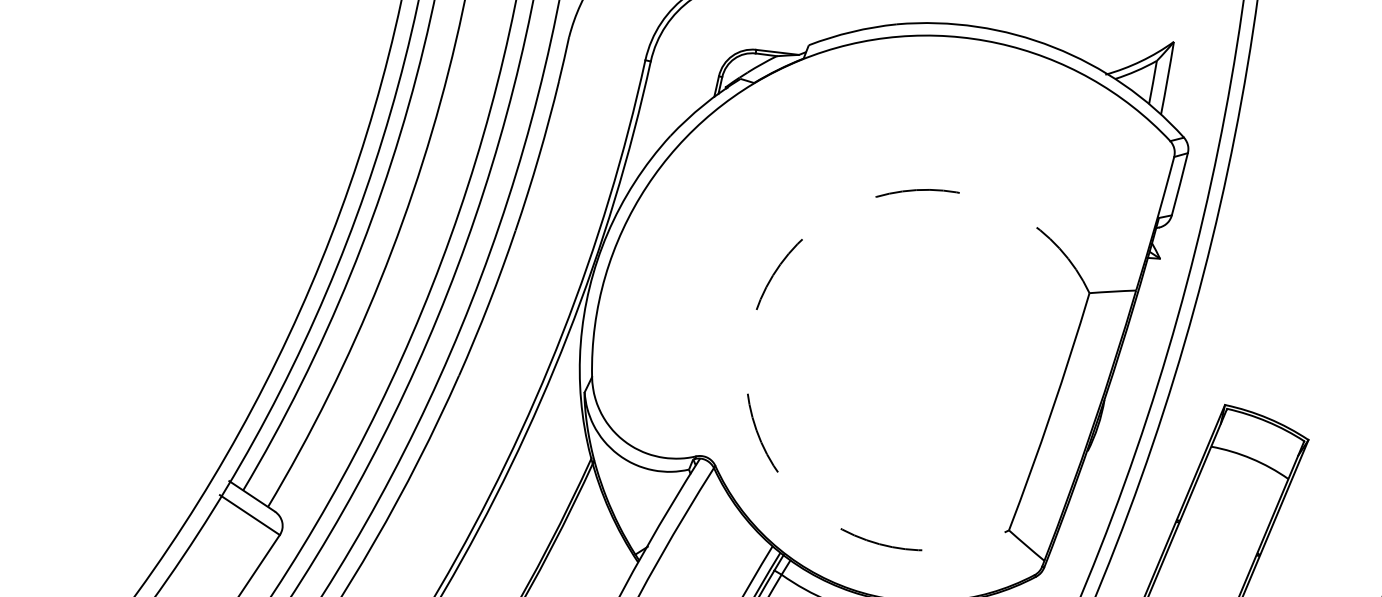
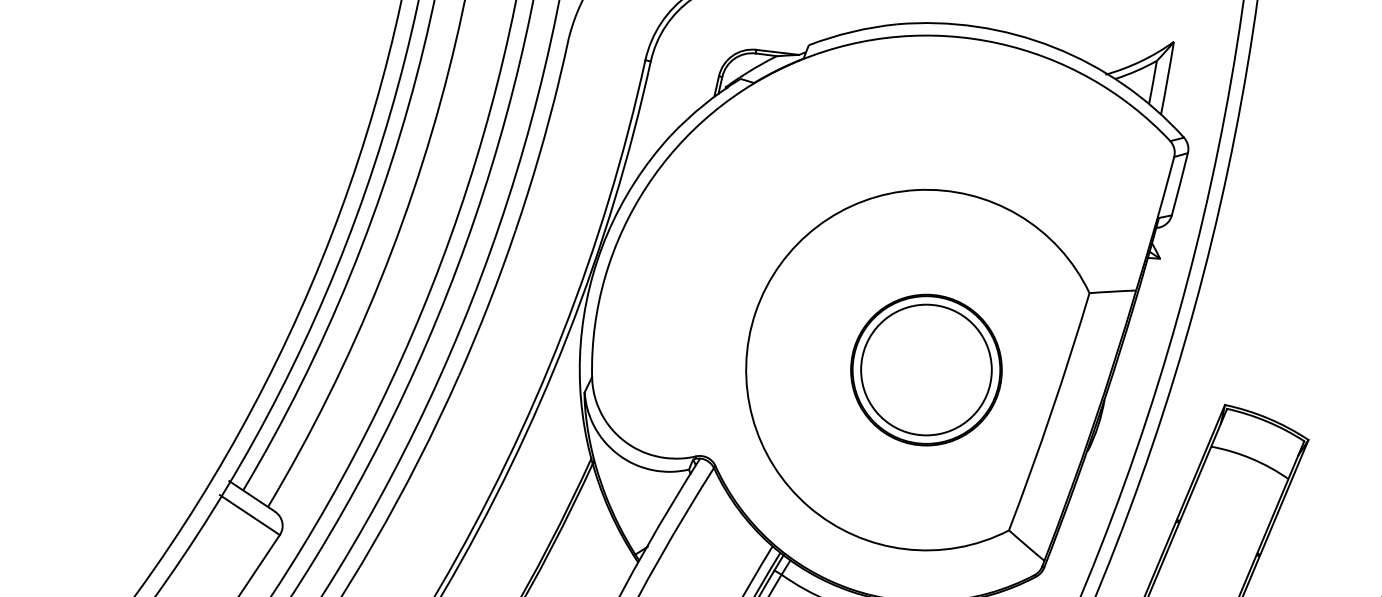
arc at (755, 312): dashed -> solid
part at (926, 369): none -> present
